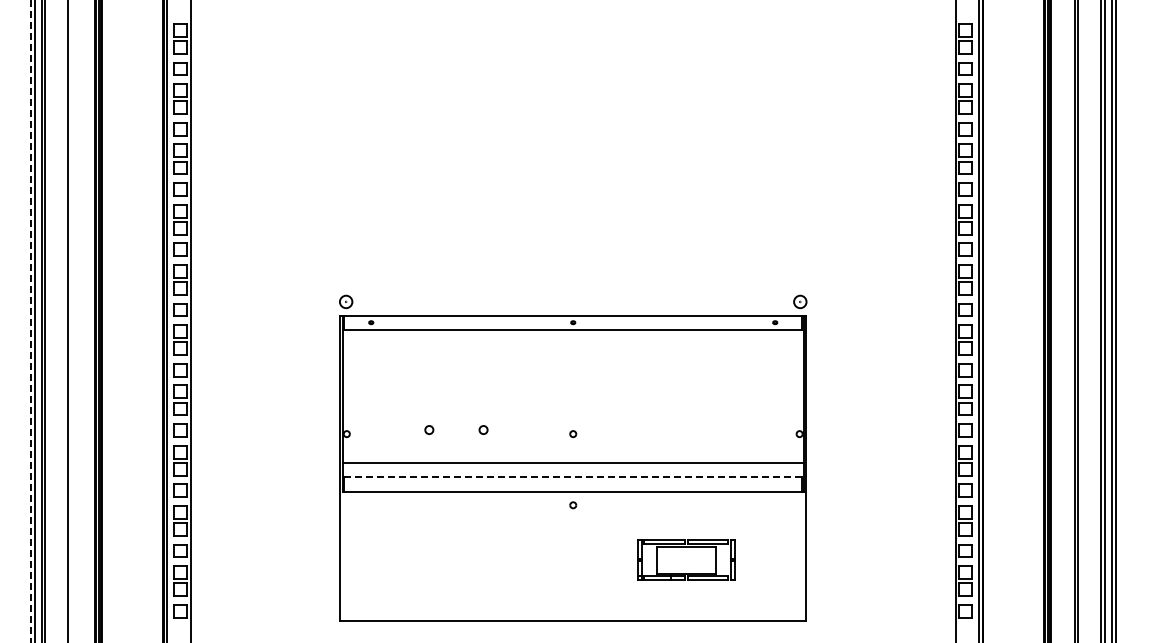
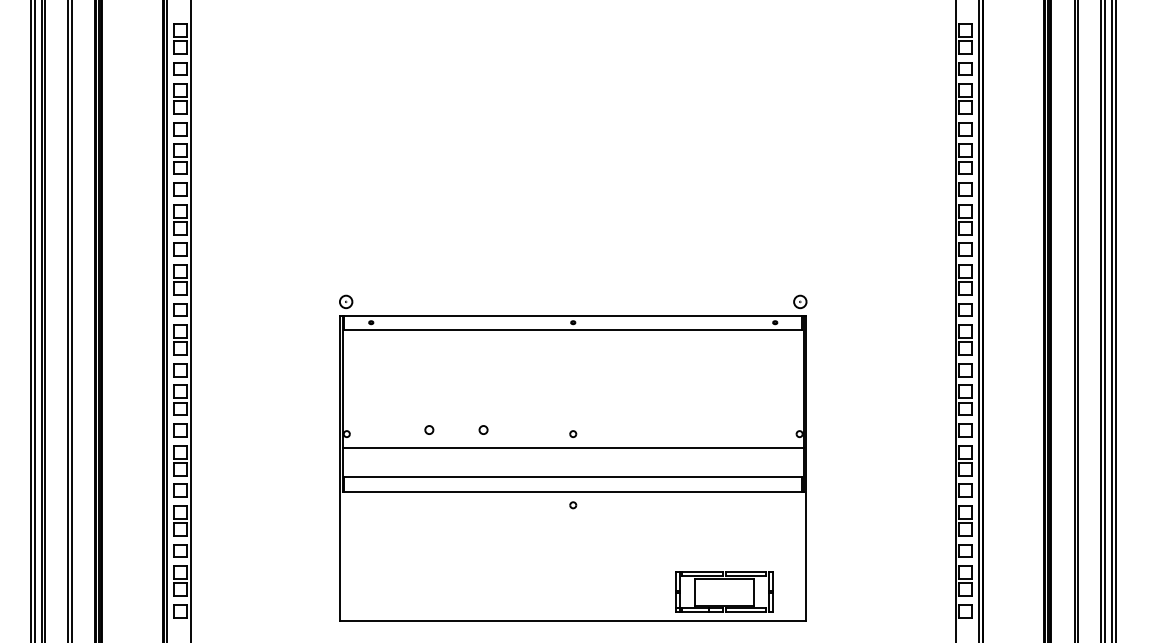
line at (71, 320): none -> present
line at (30, 321): dashed -> solid
line at (572, 463) position: (572, 463) -> (572, 448)
line at (572, 477): dashed -> solid
part at (686, 559) position: (686, 559) -> (724, 591)
